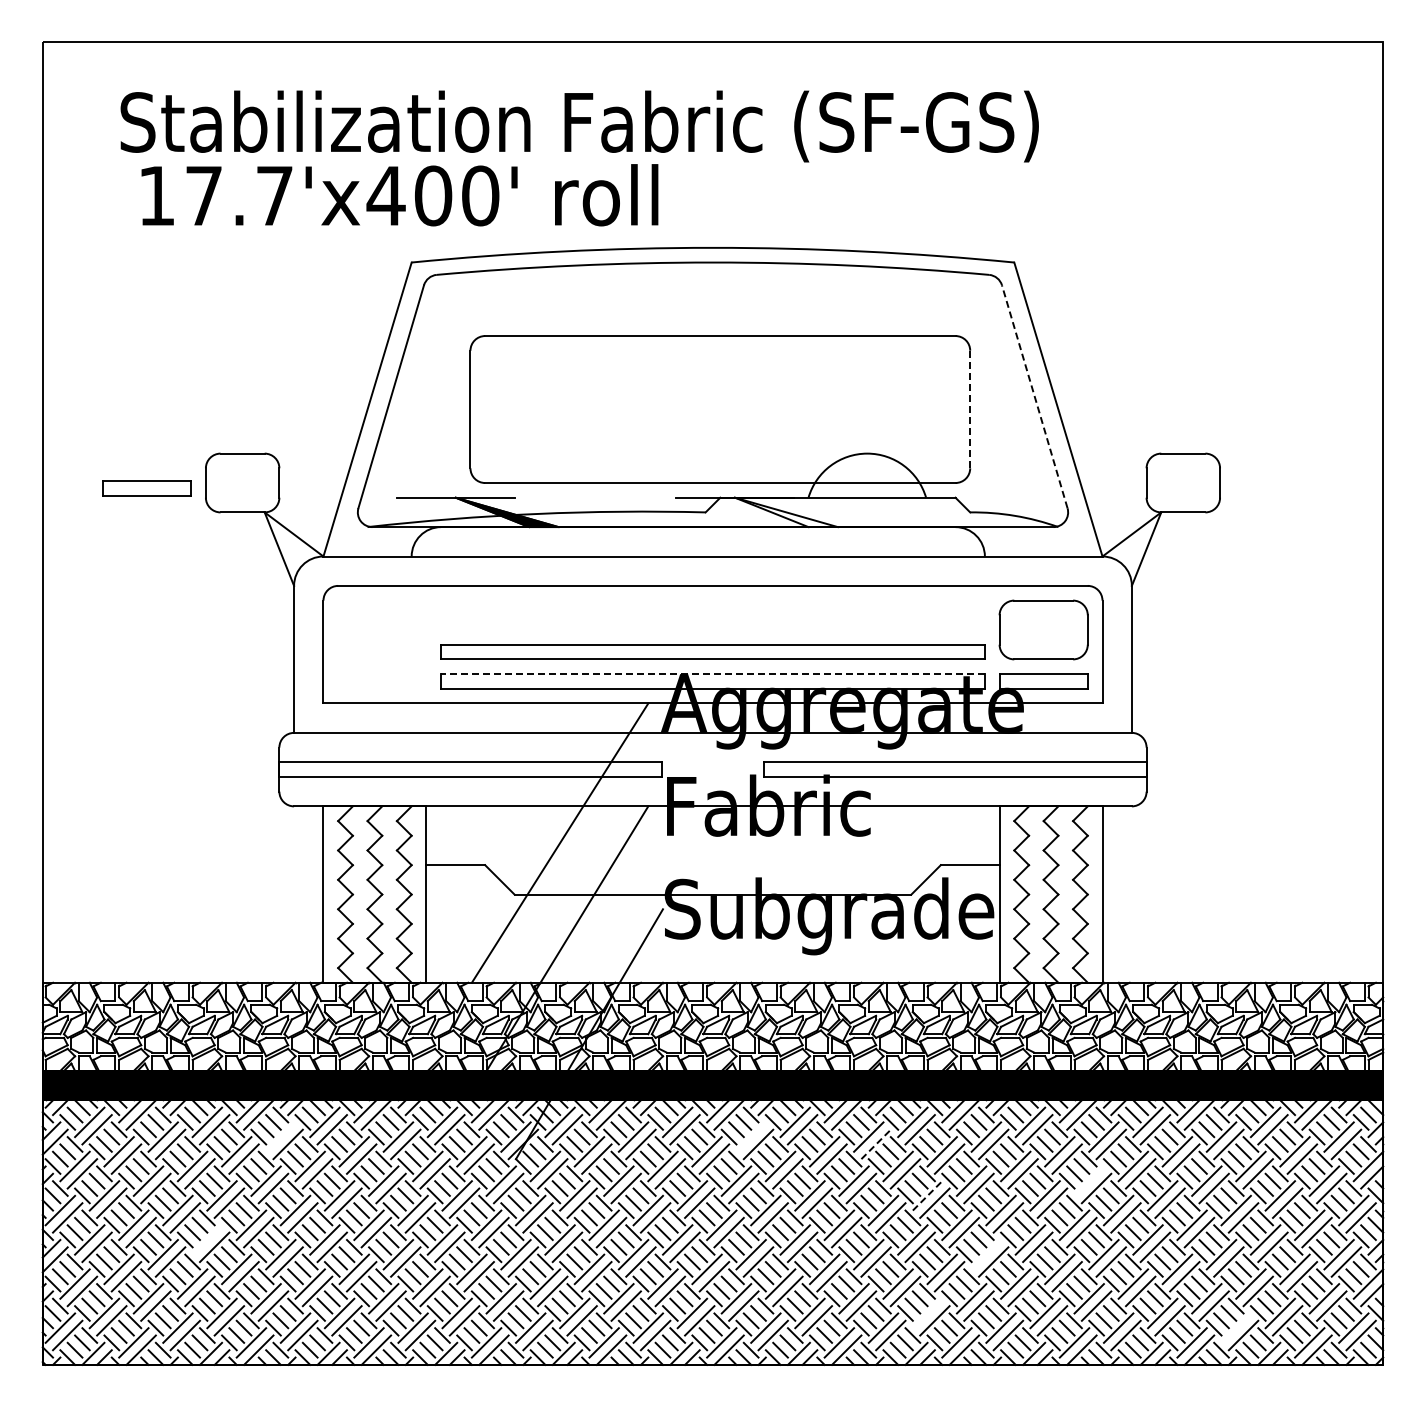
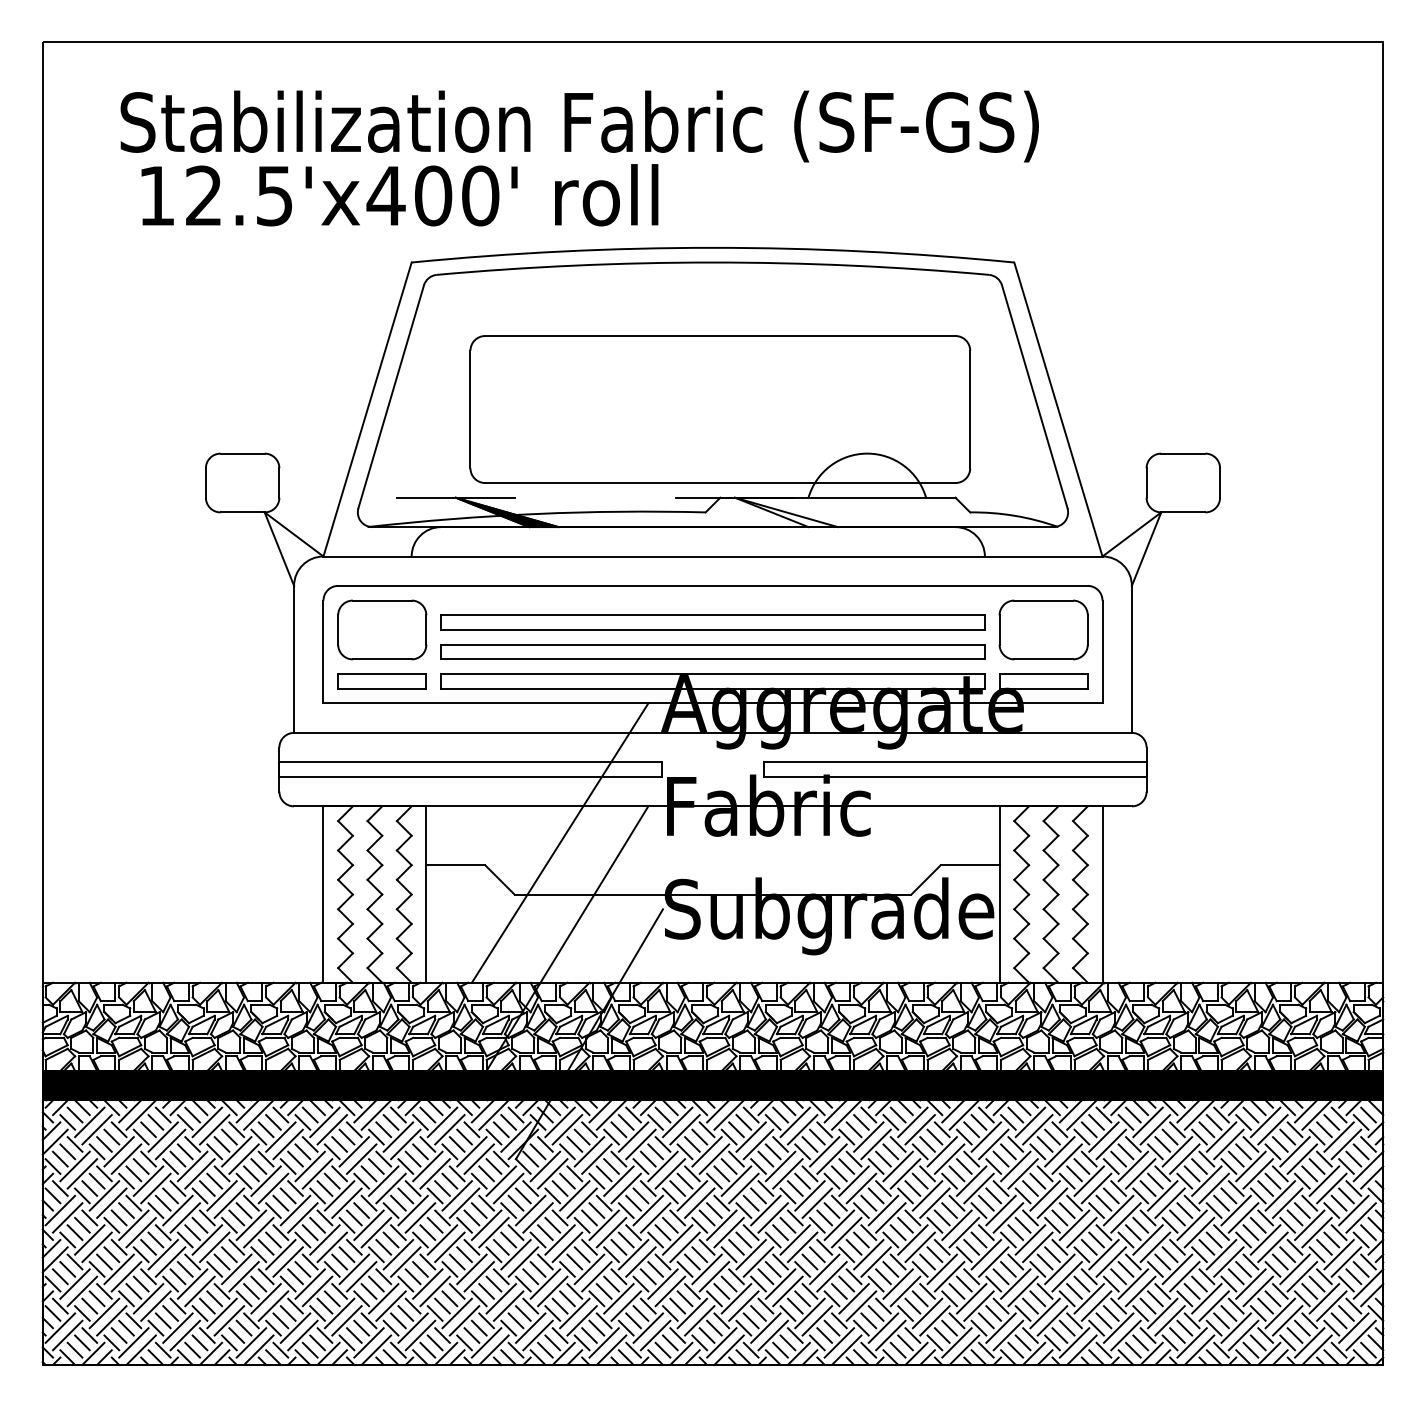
text at (239, 195): 17.7'x400' -> 12.5'x400'
line at (1034, 396): dashed -> solid
line at (970, 409): dashed -> solid
part at (146, 488) position: (146, 488) -> (381, 681)
part at (712, 622): none -> present
part at (382, 629): none -> present
line at (712, 674): dashed -> solid
line at (280, 1136): none -> present
line at (750, 1136): none -> present
line at (876, 1144): dashed -> solid
line at (1088, 1180): none -> present
line at (927, 1195): dashed -> solid
line at (207, 1239): none -> present
line at (986, 1254): none -> present
line at (927, 1313): none -> present
line at (1235, 1327): none -> present
